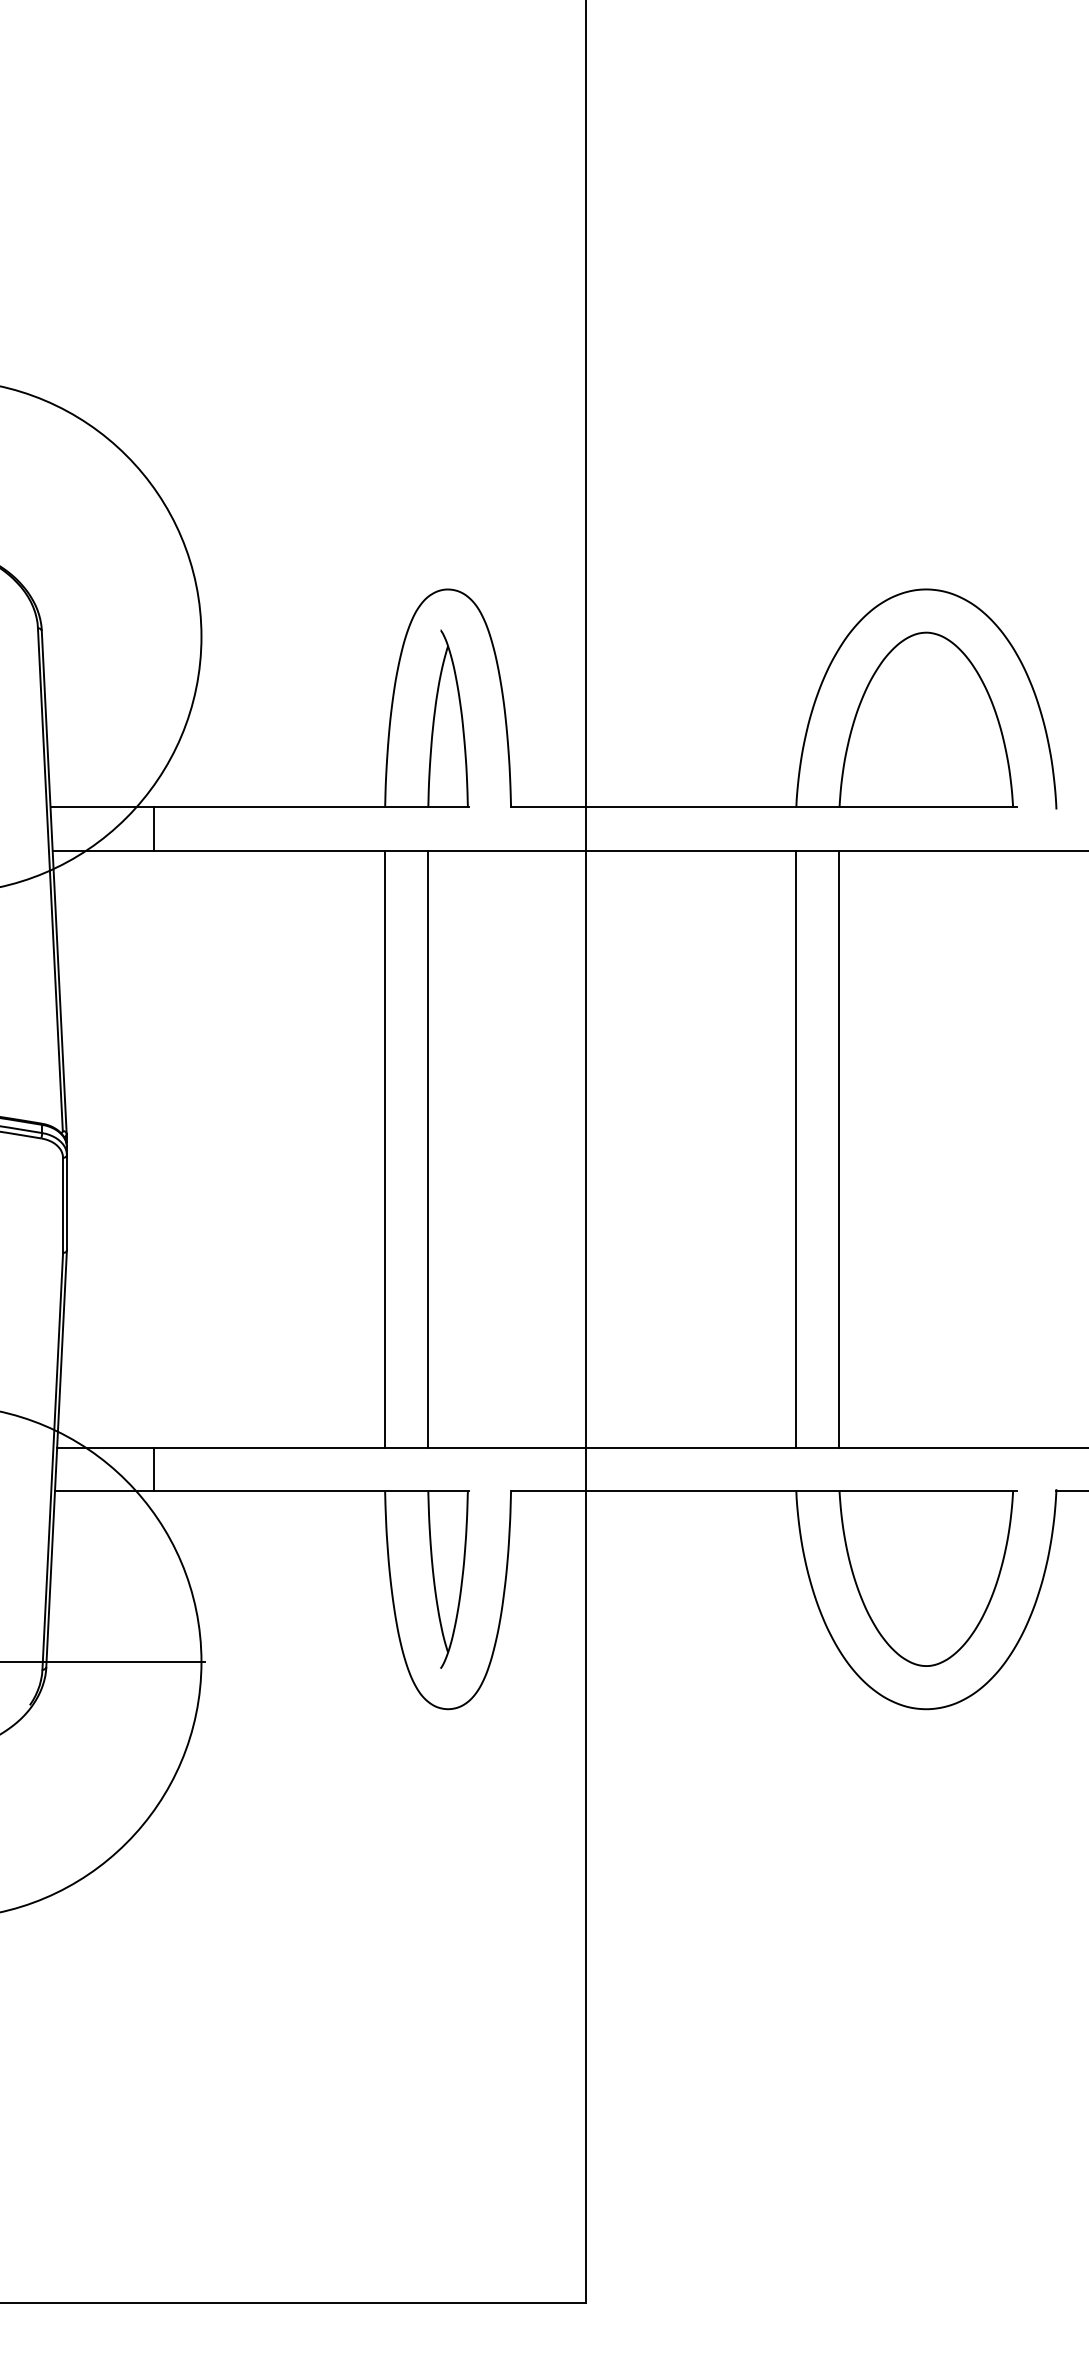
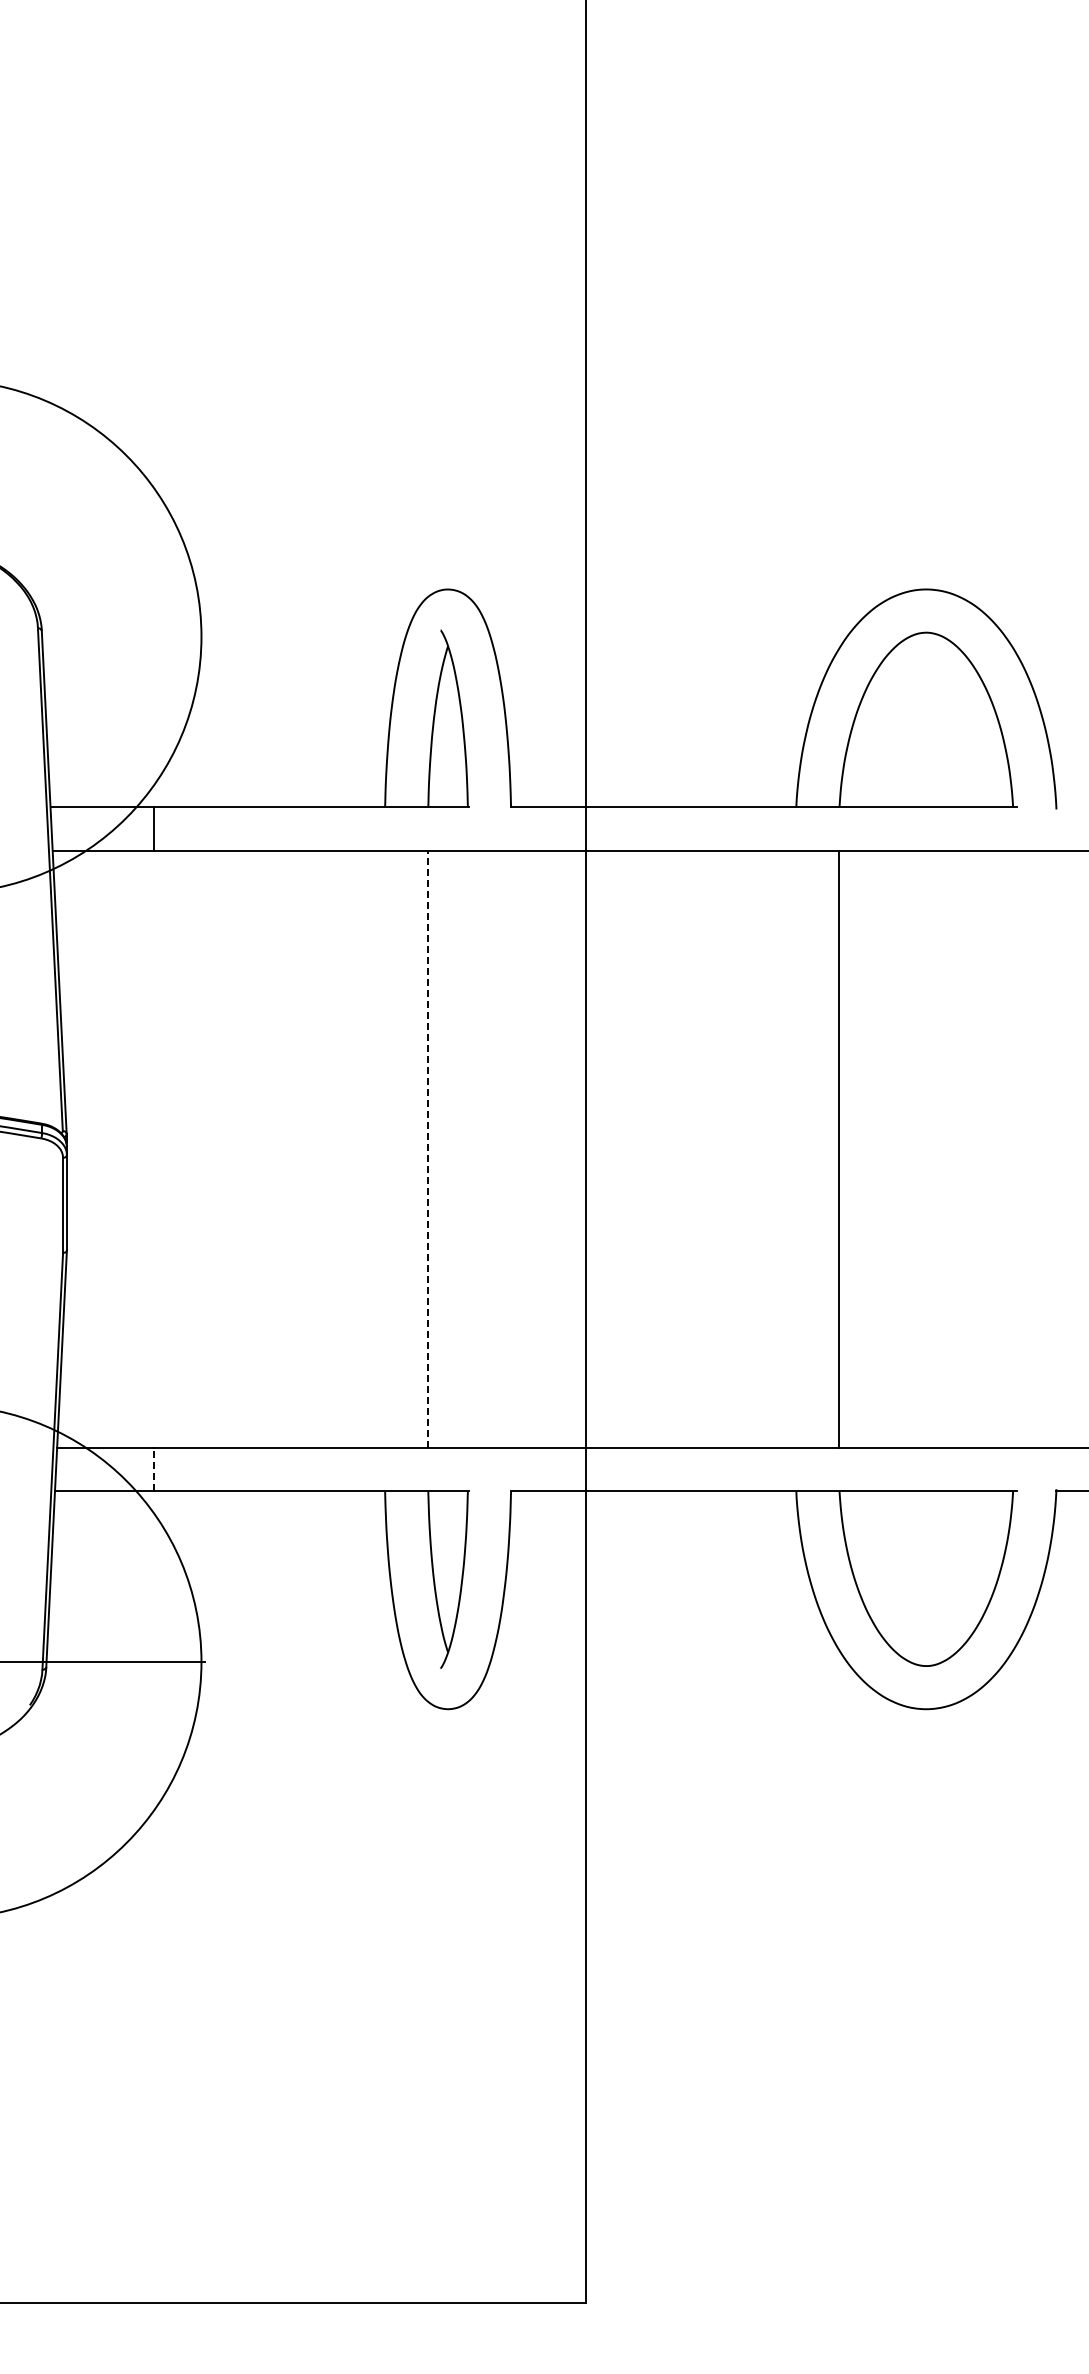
line at (385, 1149): present -> none
line at (428, 1149): solid -> dashed
line at (795, 1149): present -> none
line at (154, 1469): solid -> dashed
